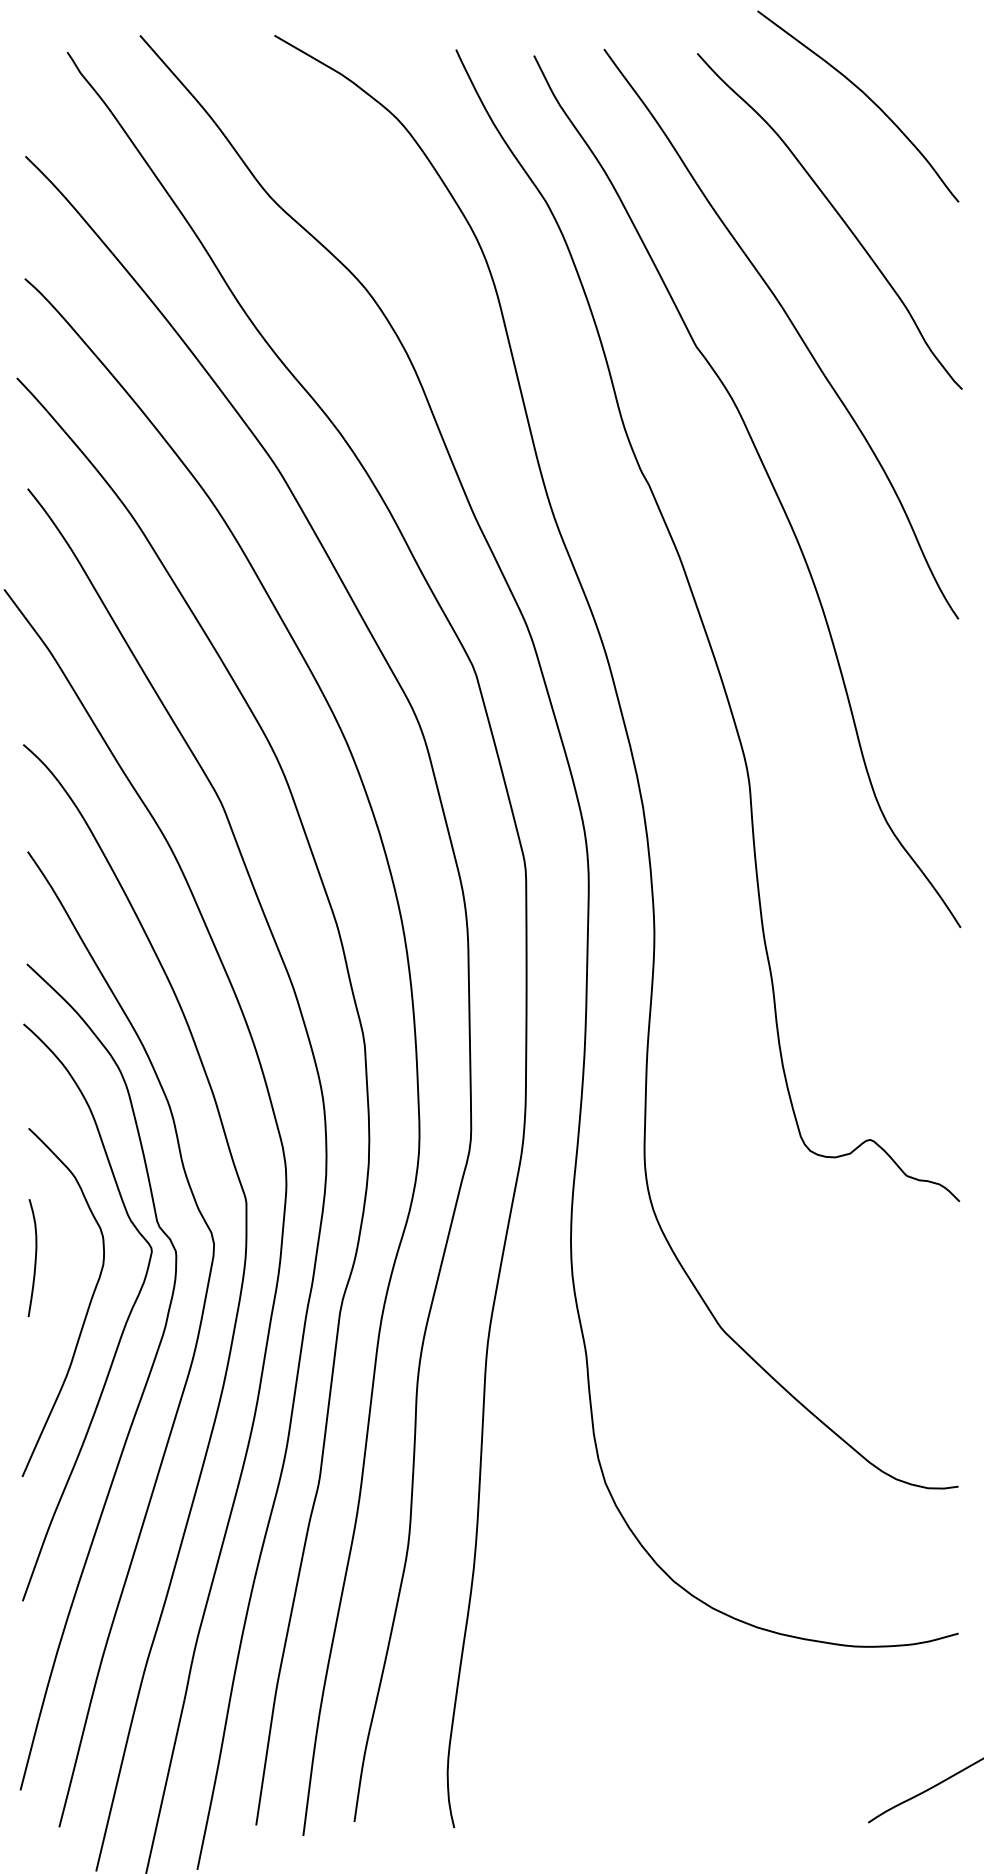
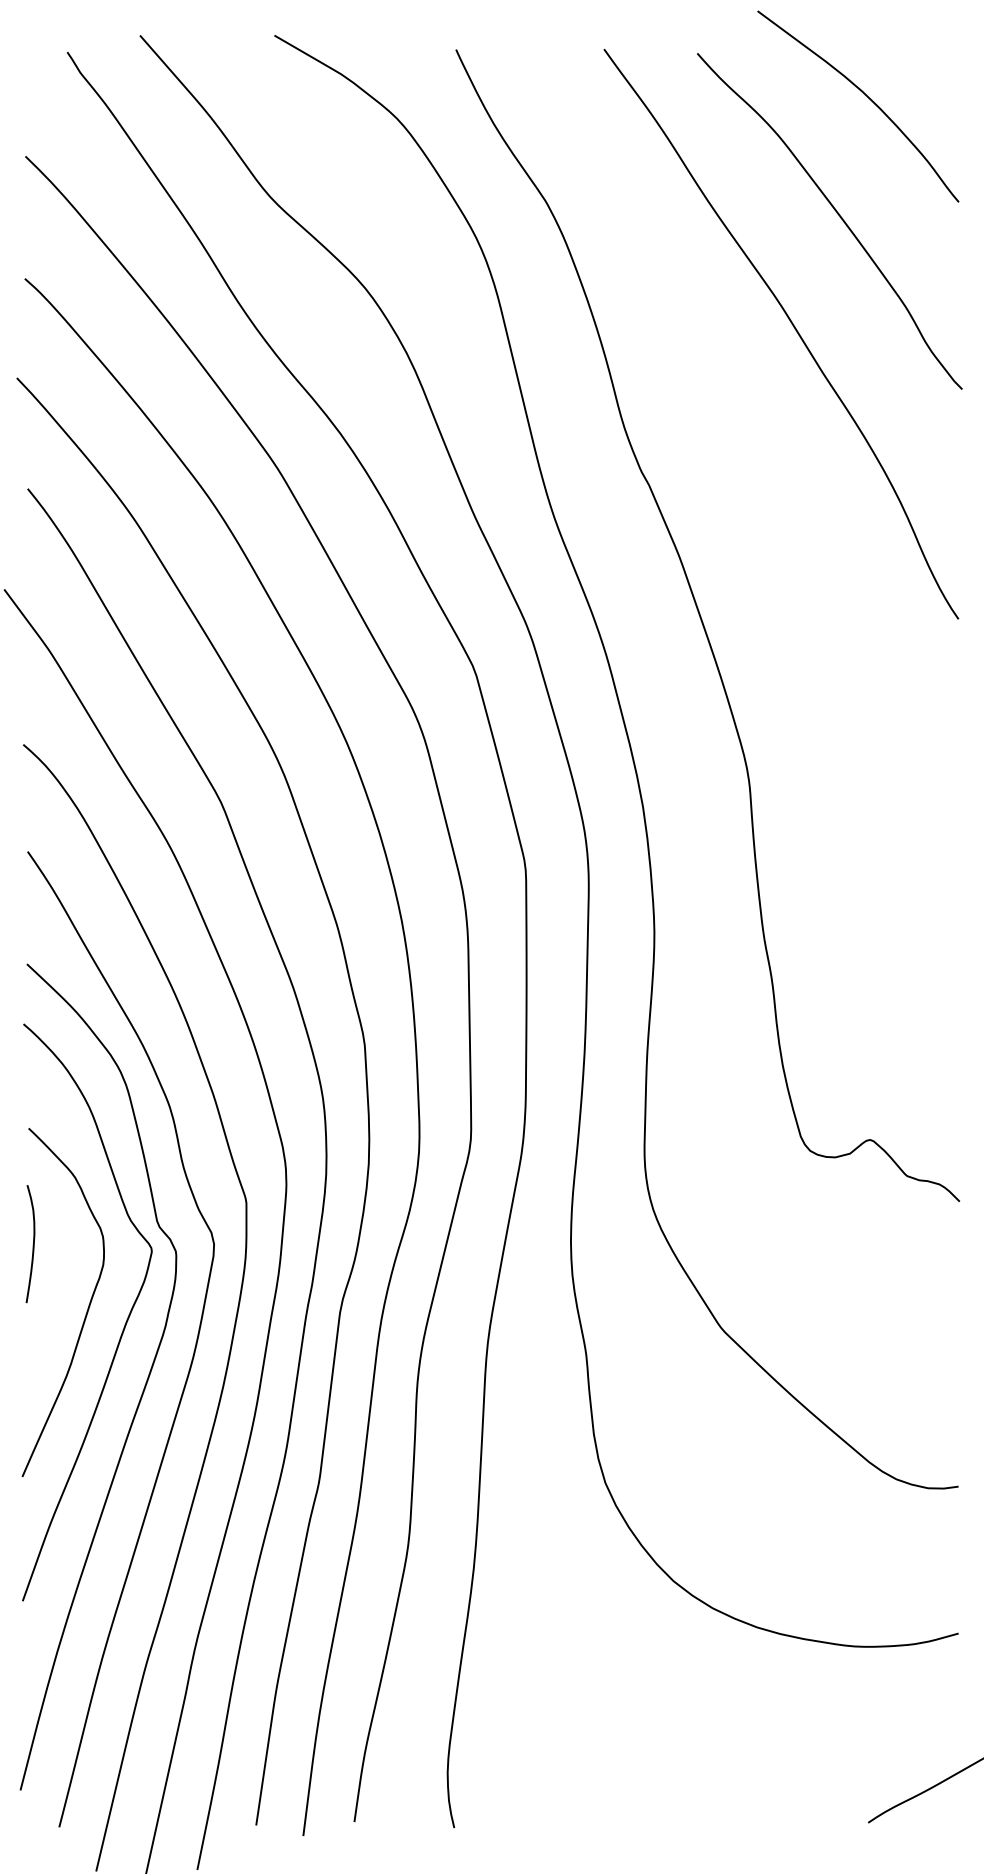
curve at (769, 481): present -> none
curve at (34, 1258) position: (34, 1258) -> (32, 1244)
